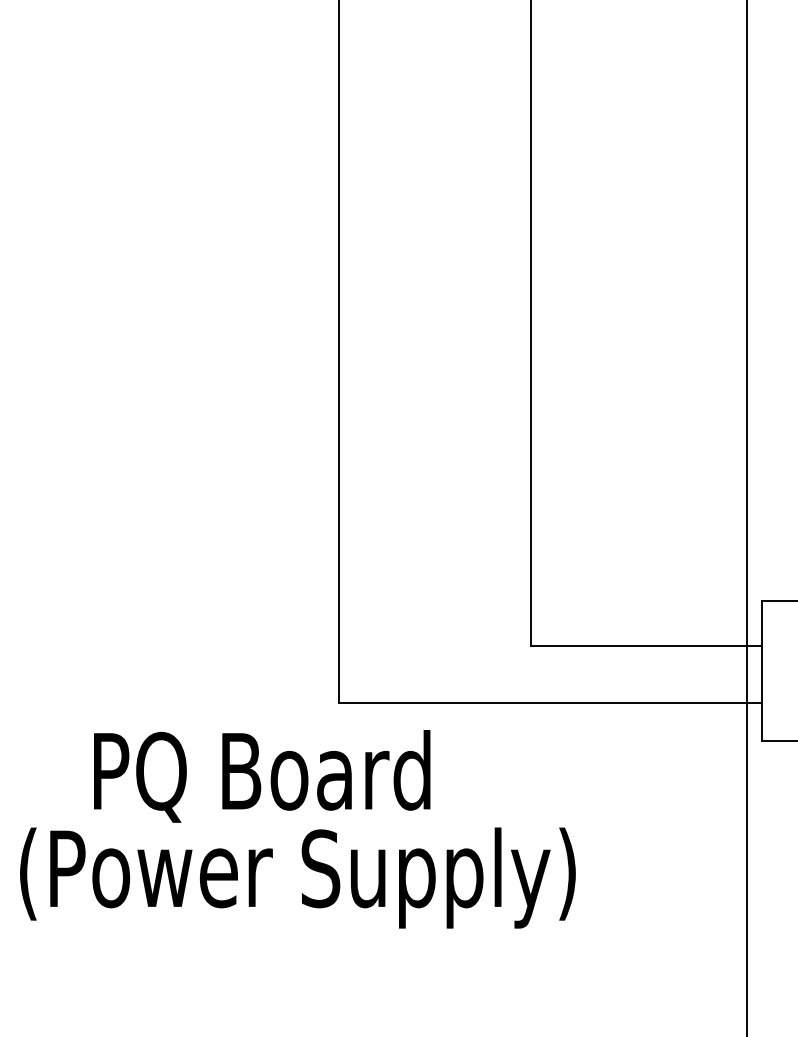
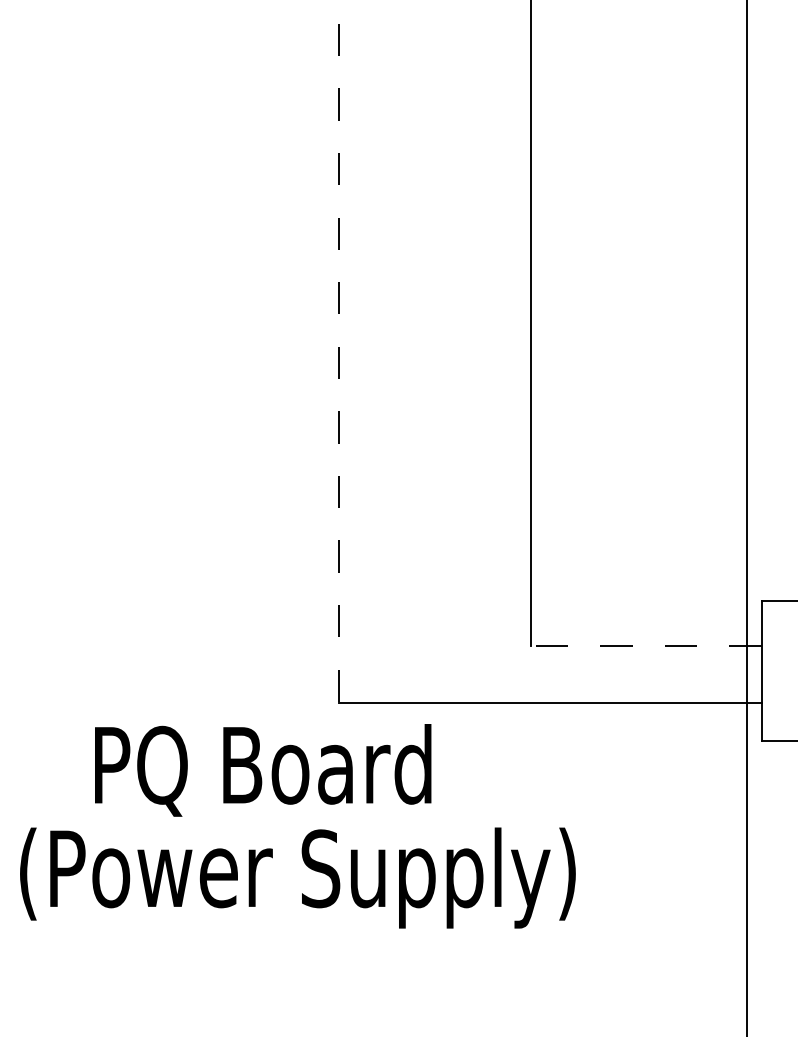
line at (338, 352): solid -> dashed
line at (646, 646): solid -> dashed
text at (262, 776) position: (262, 776) -> (263, 770)
